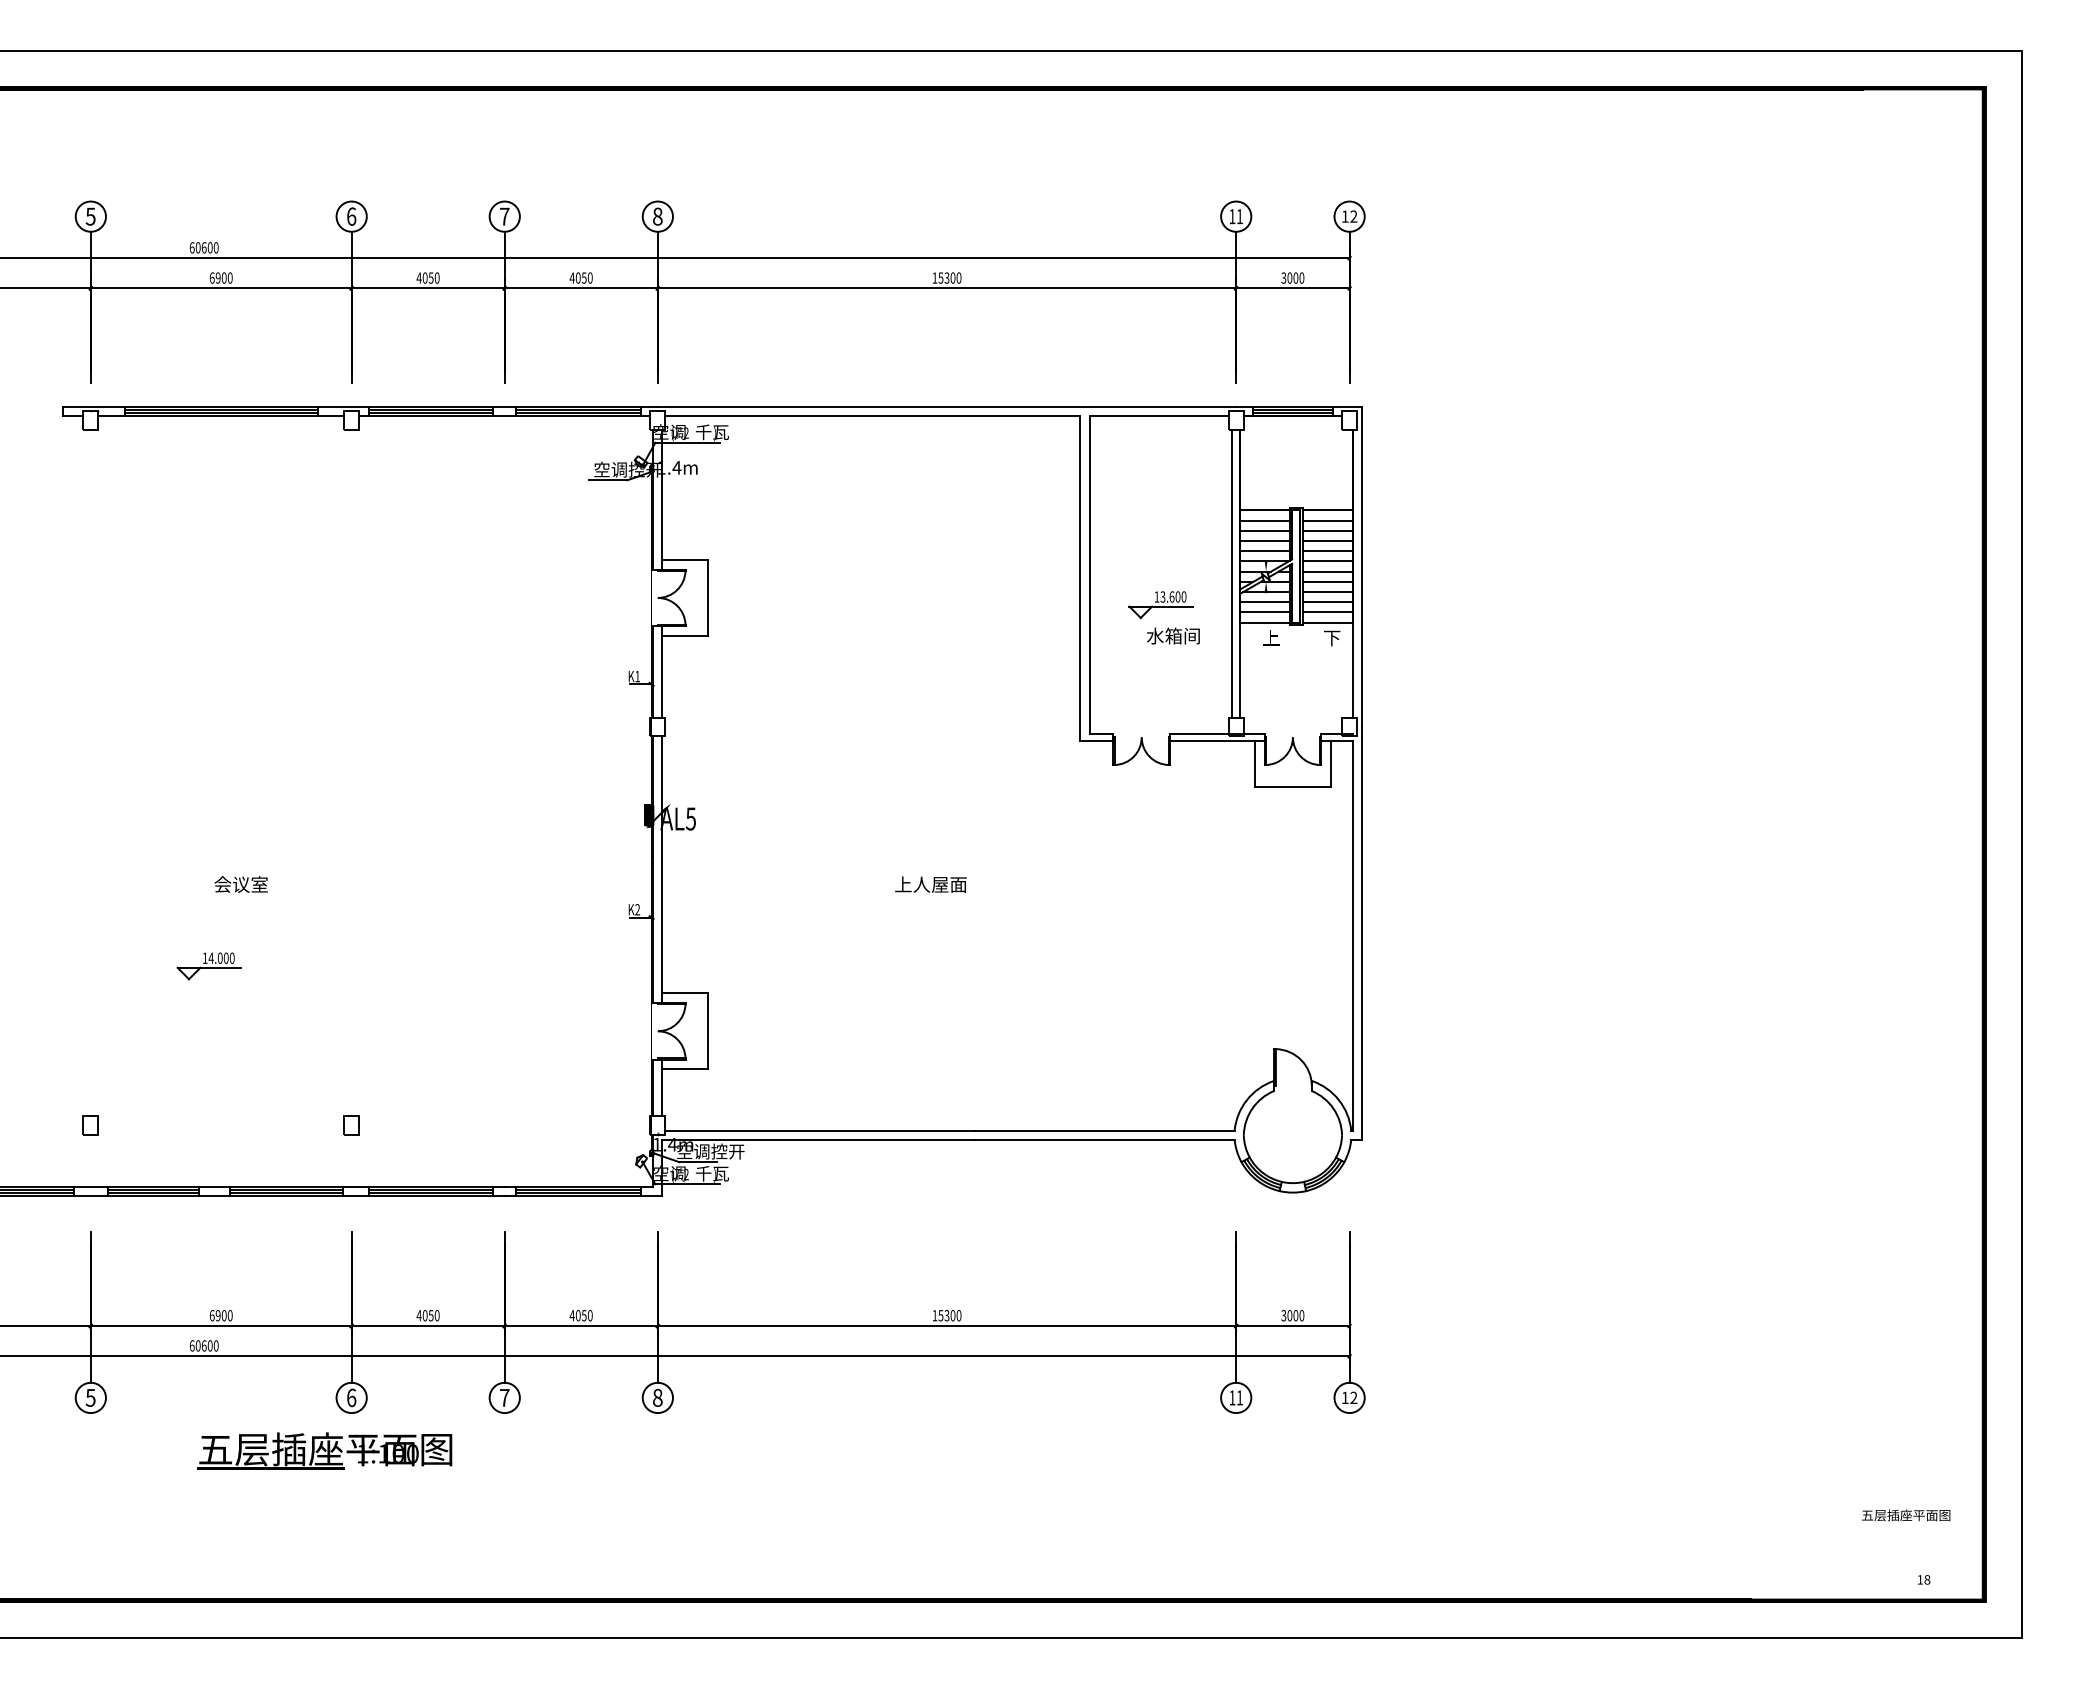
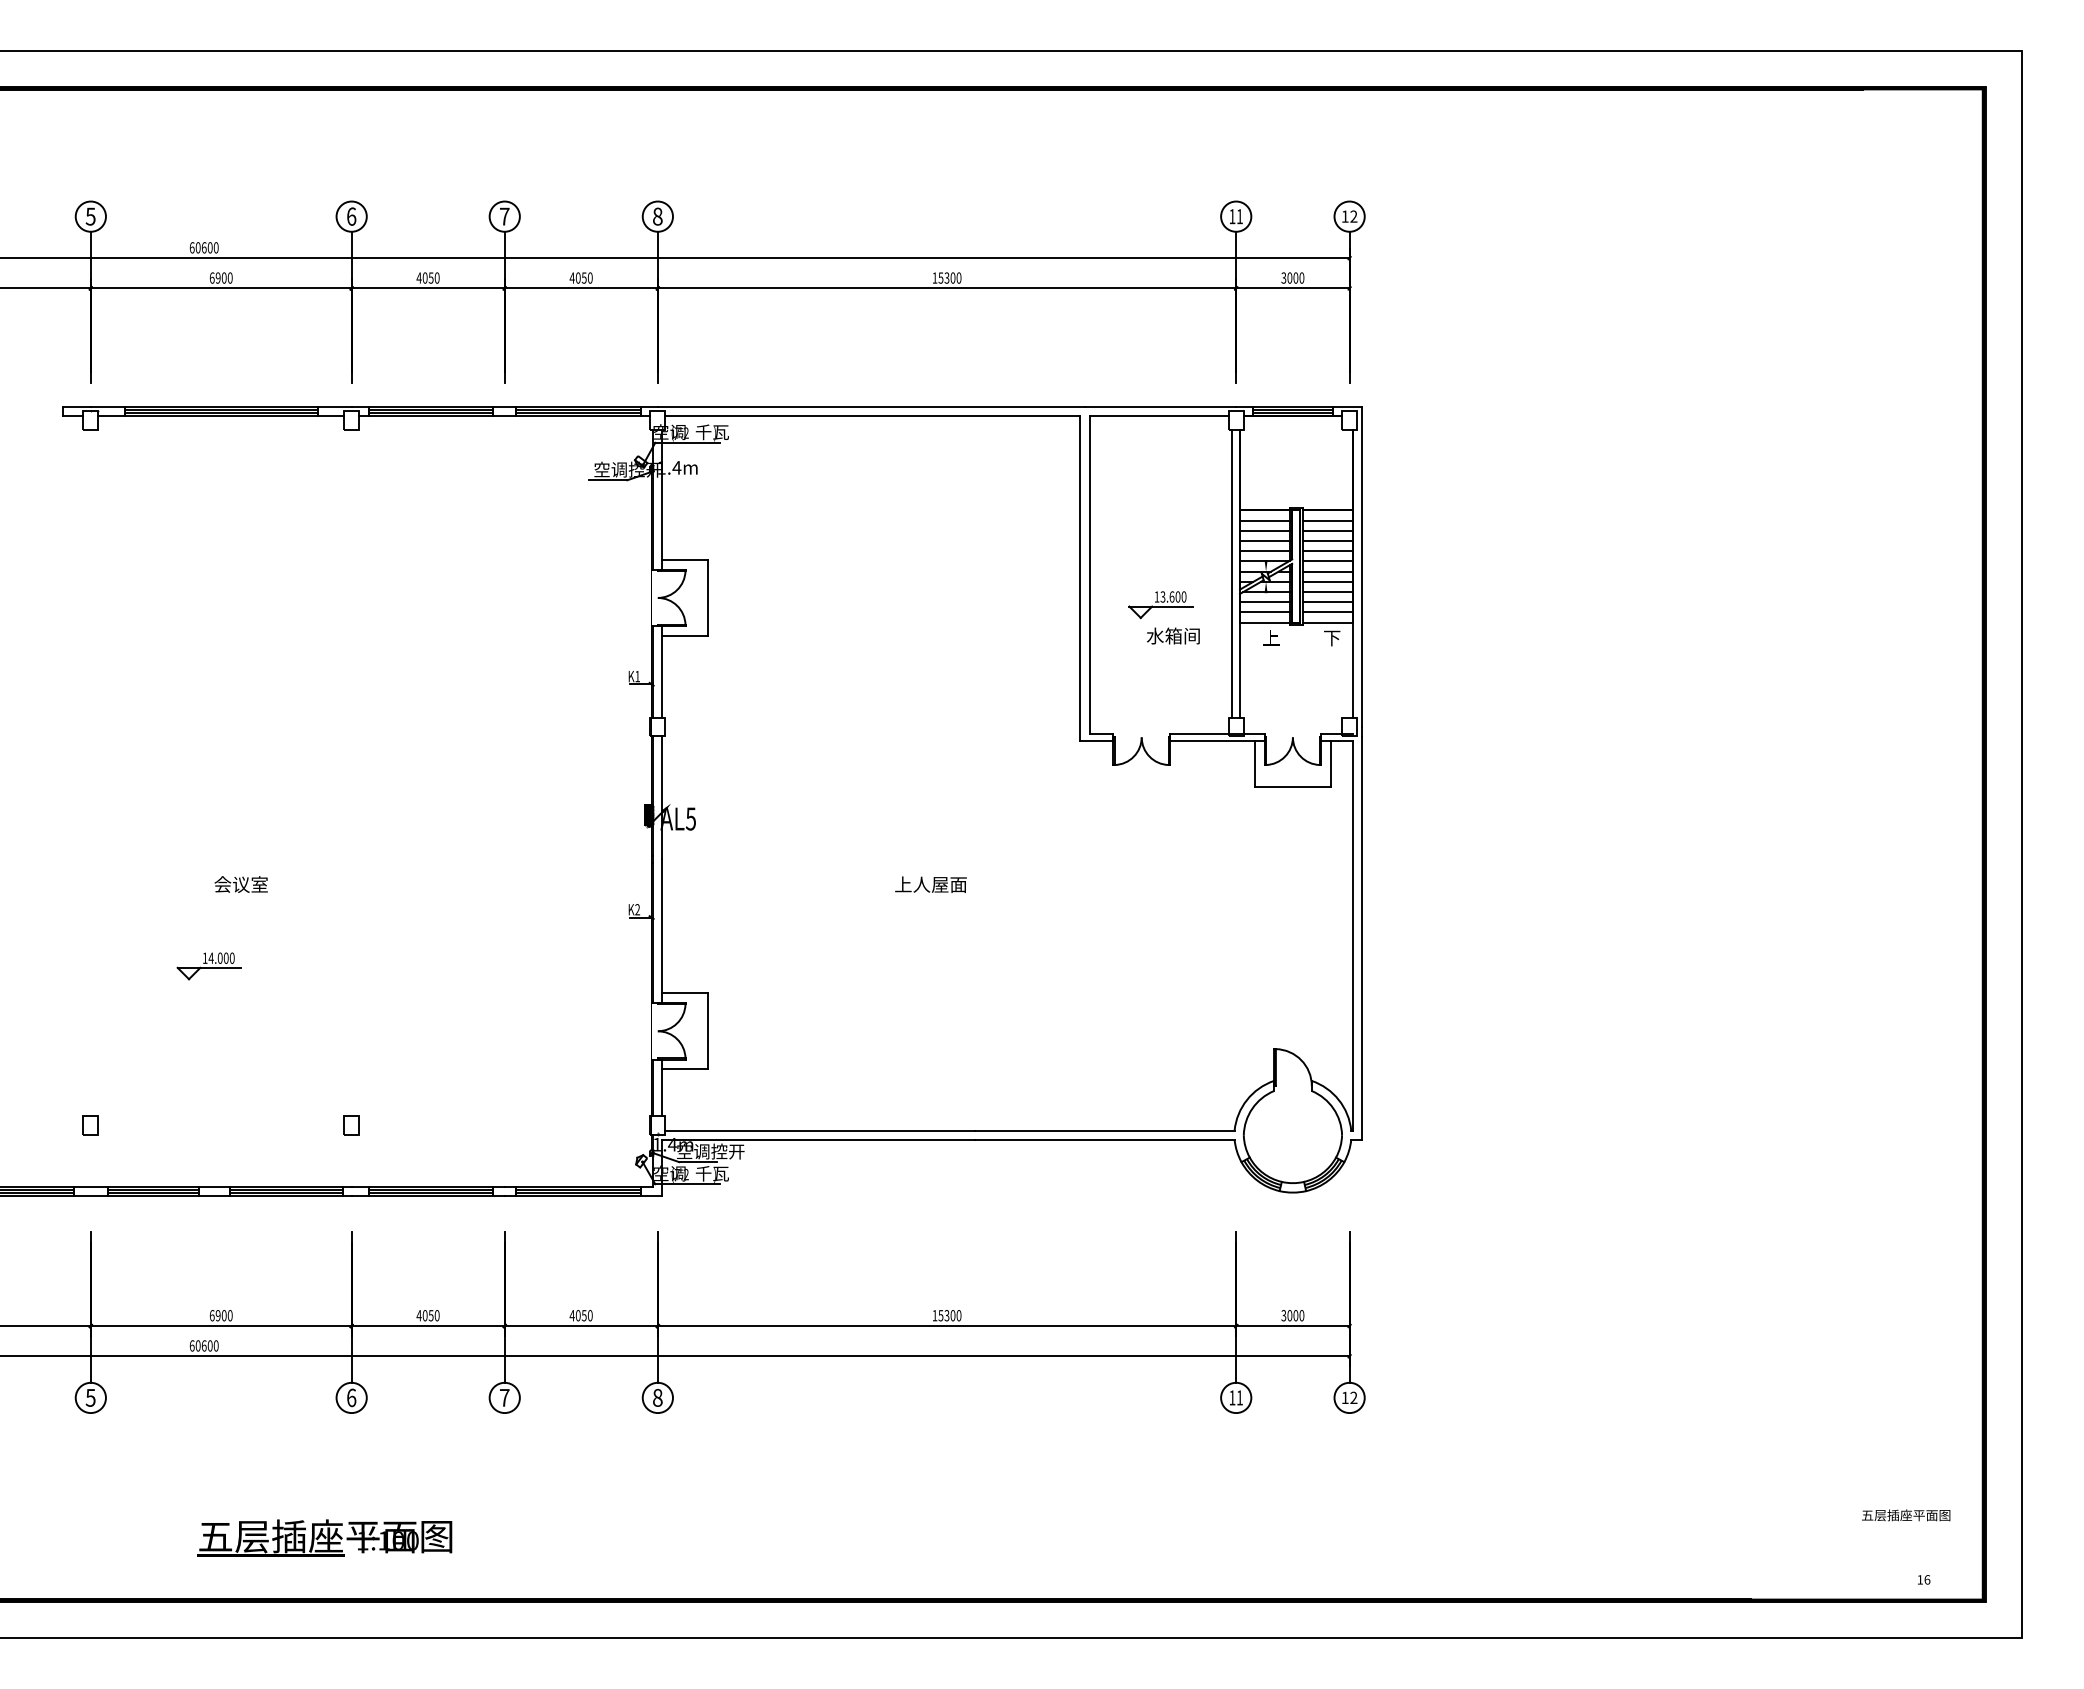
text at (324, 1450) position: (324, 1450) -> (324, 1537)
text at (1927, 1579): 18 -> 16
